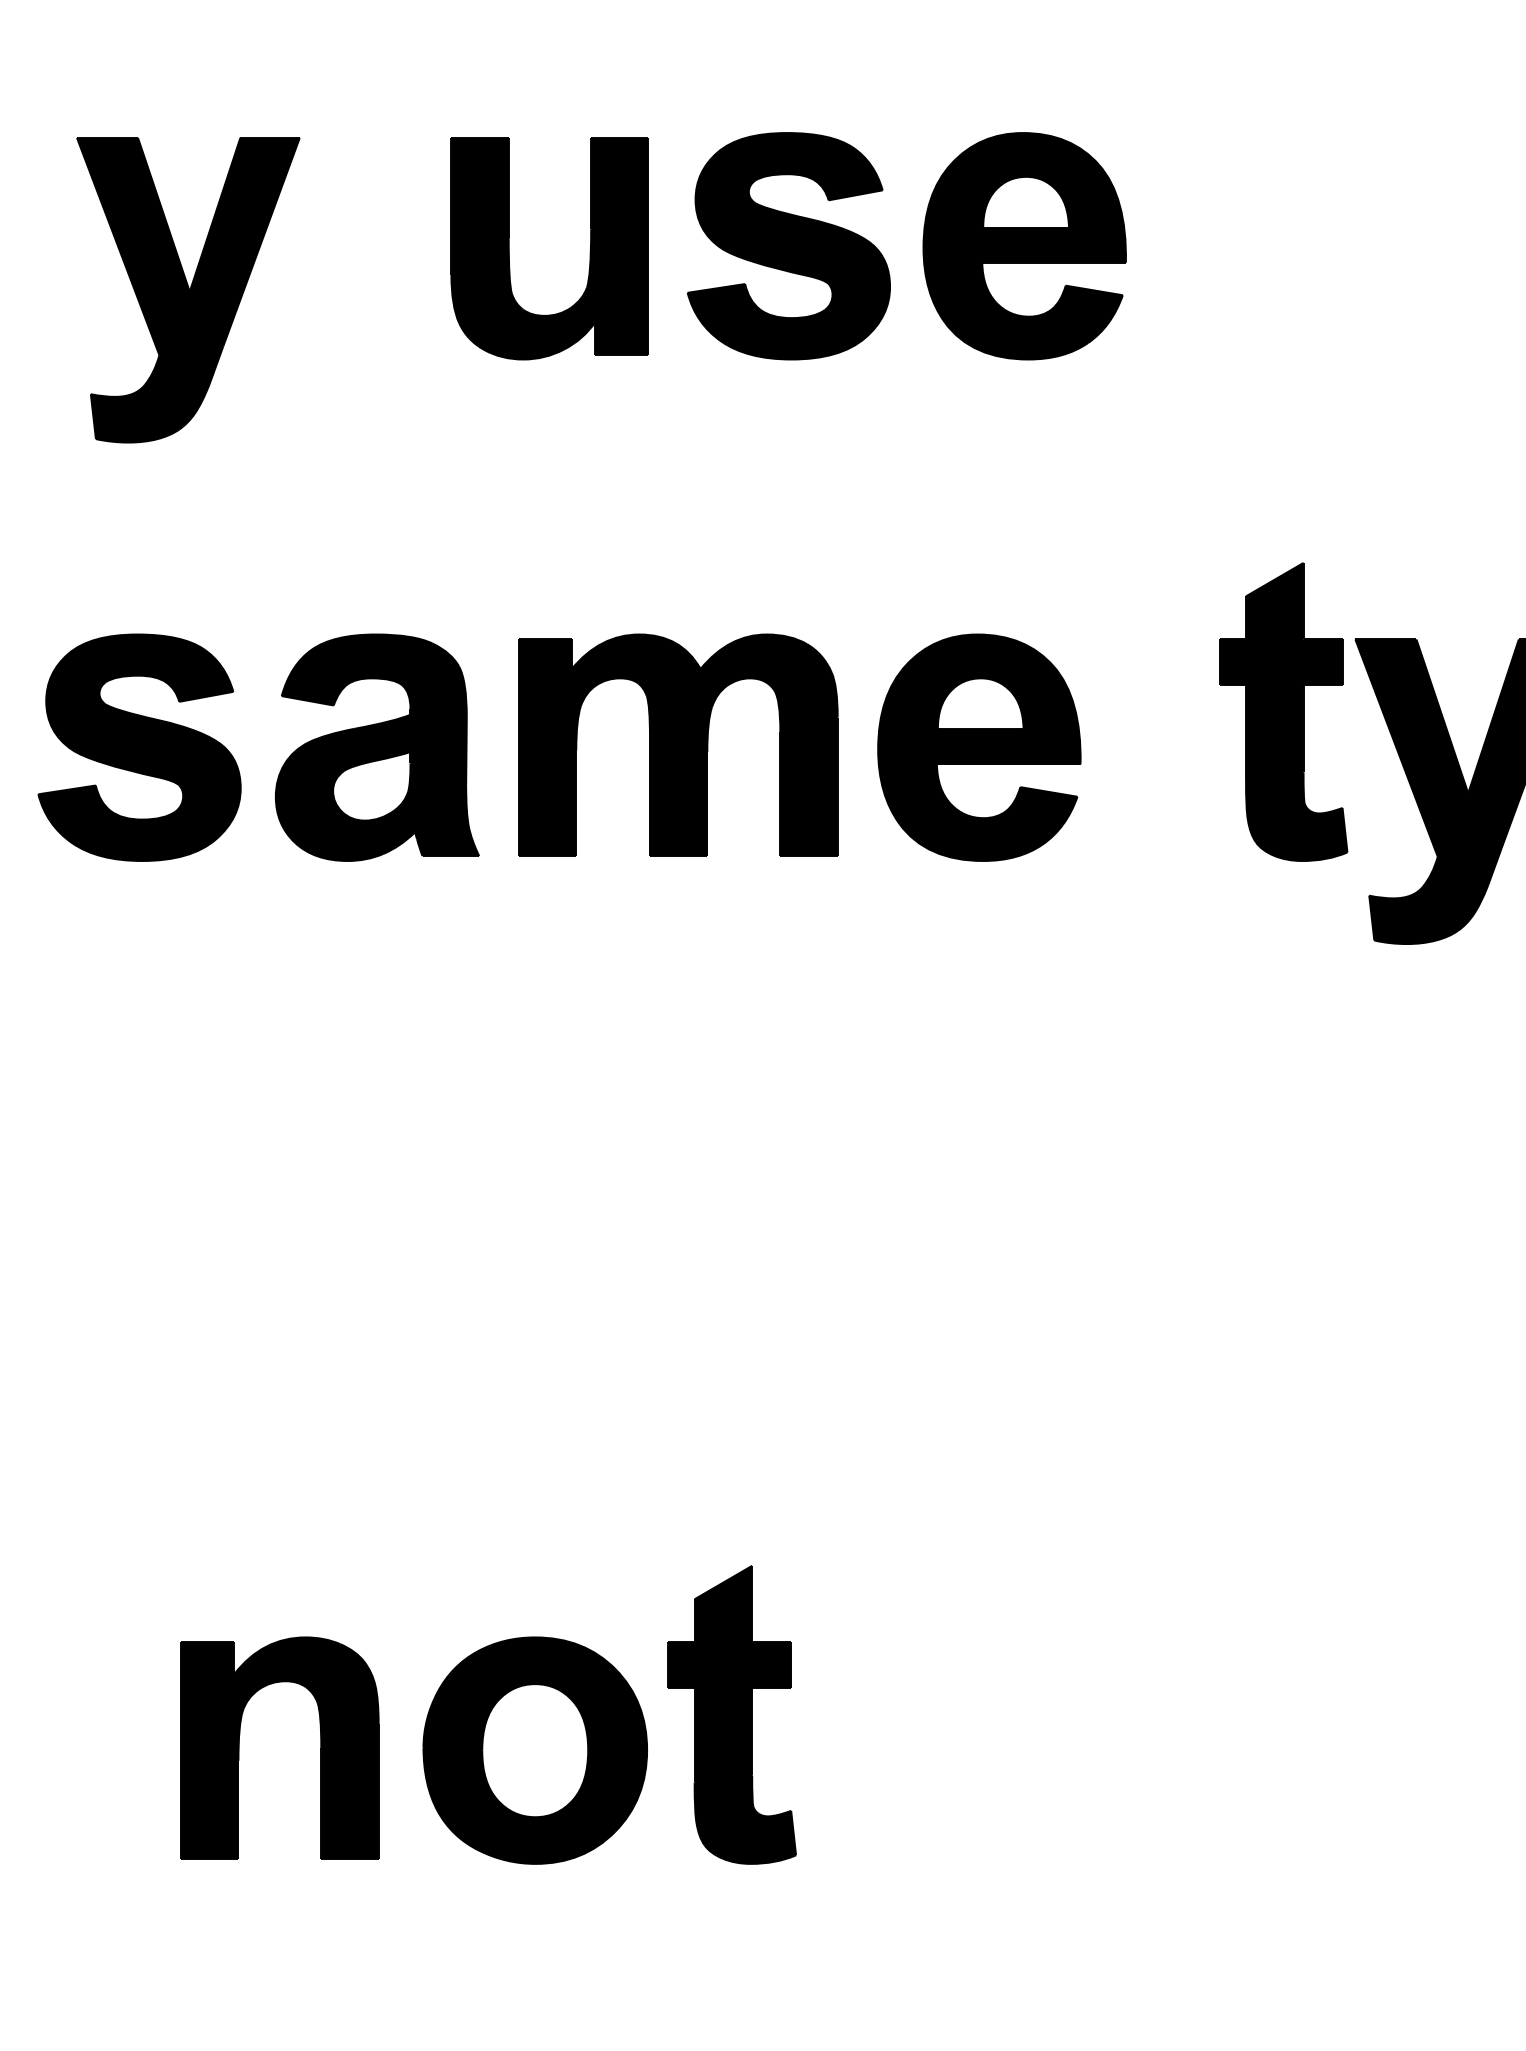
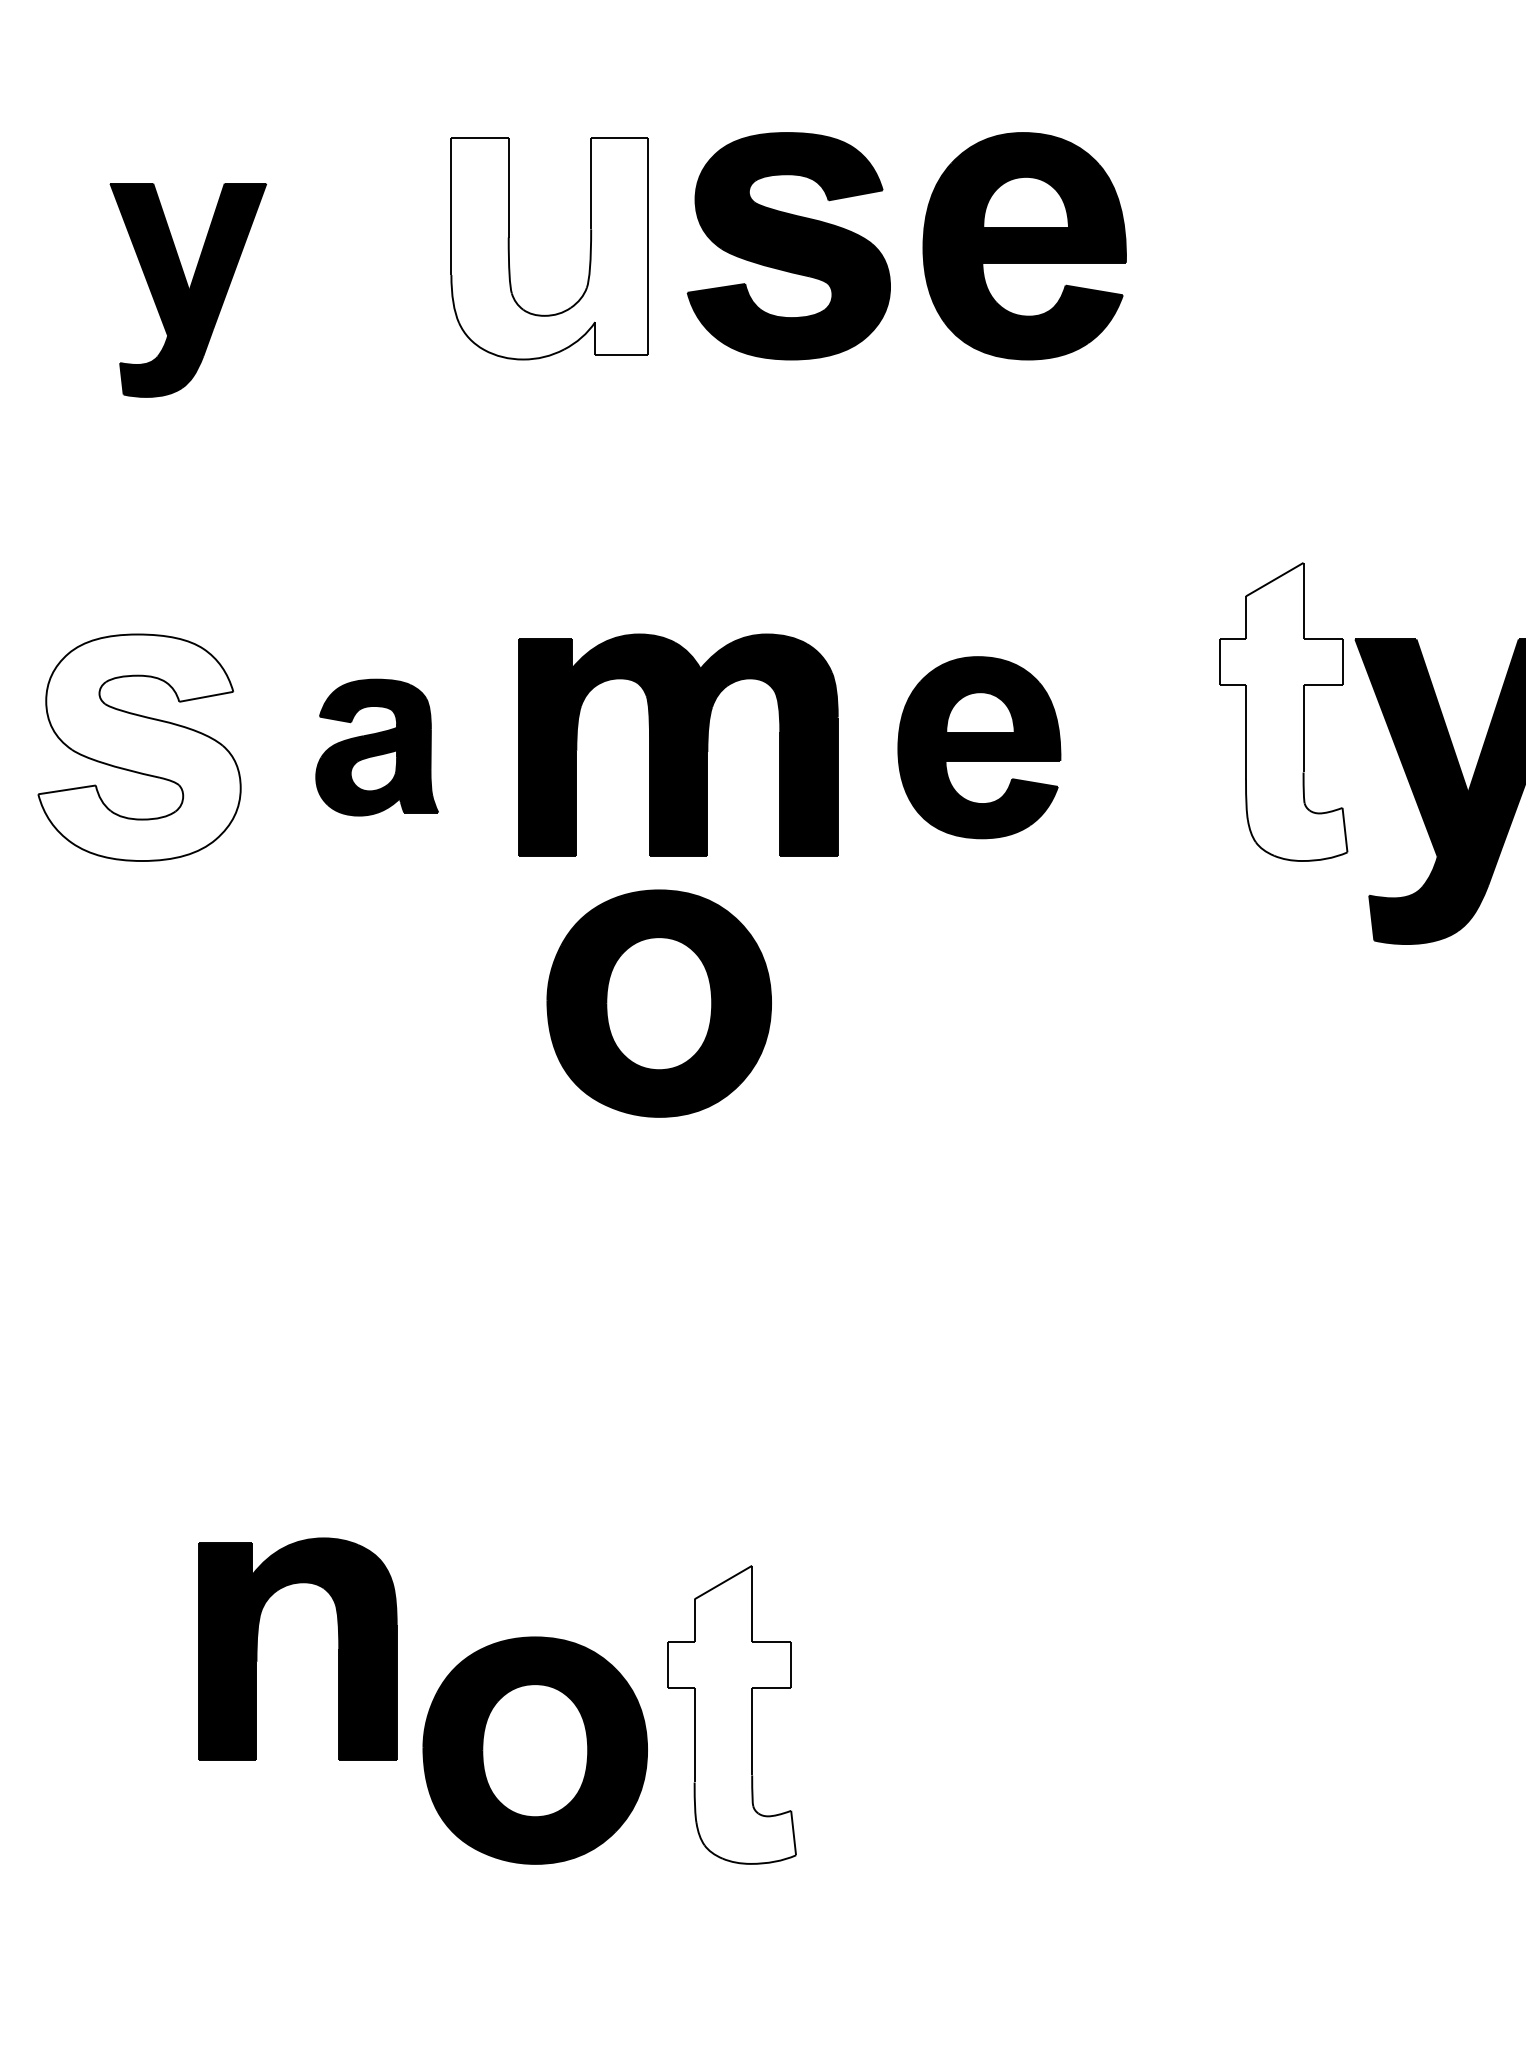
fill at (549, 248): present -> none
part at (188, 290) size: 225x307 px -> 159x215 px
fill at (1283, 711): present -> none
fill at (139, 747): present -> none
part at (376, 747) size: 206x229 px -> 124x139 px
part at (979, 747) size: 205x229 px -> 165x184 px
part at (658, 1003): none -> present
fill at (732, 1714): present -> none
part at (239, 1747) position: (239, 1747) -> (257, 1648)
